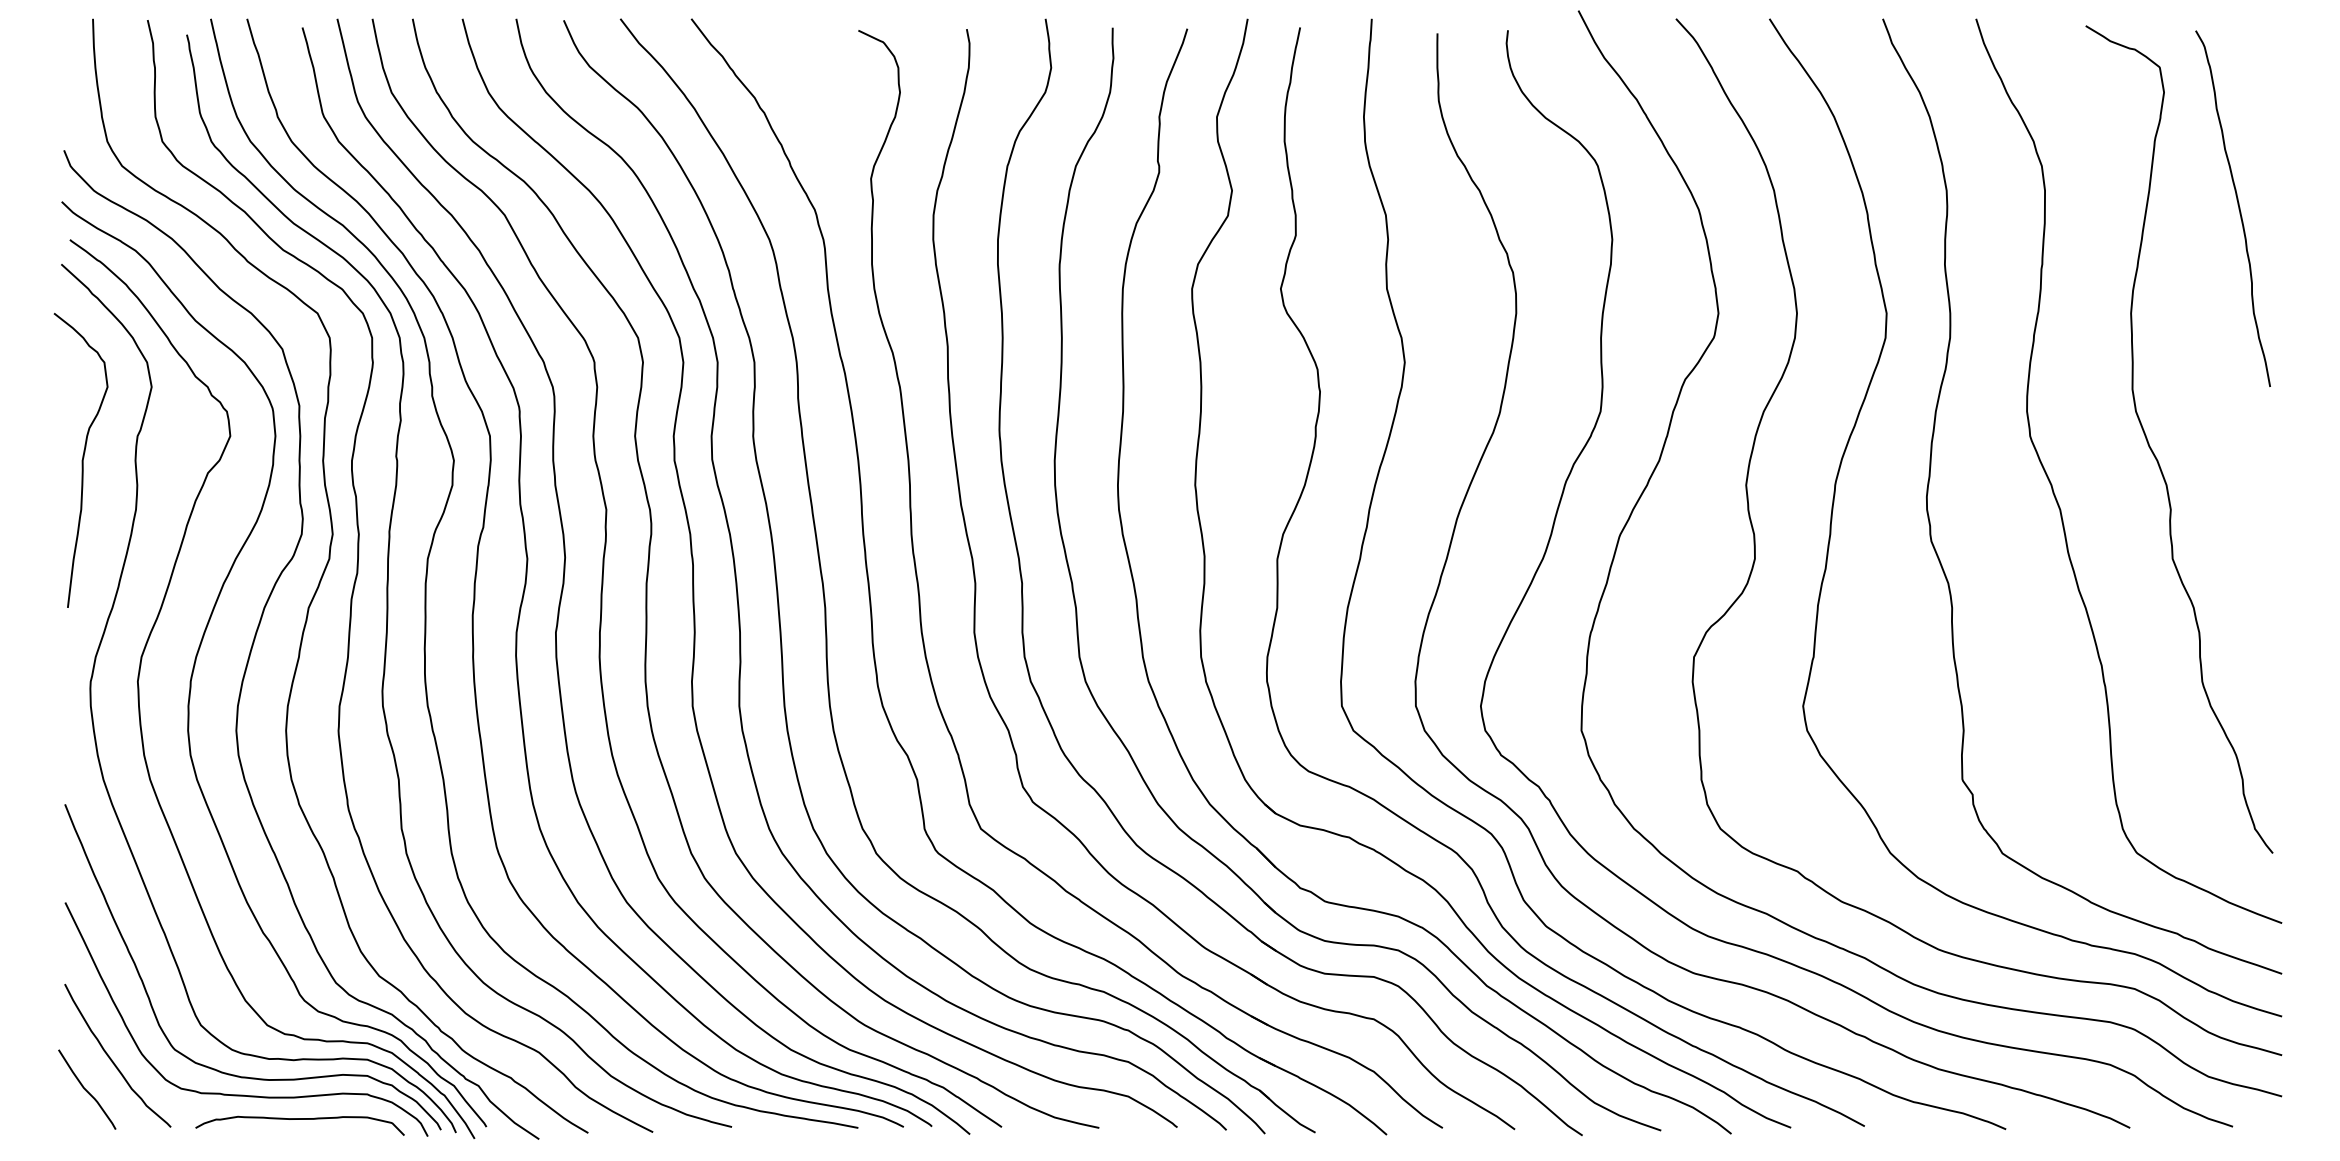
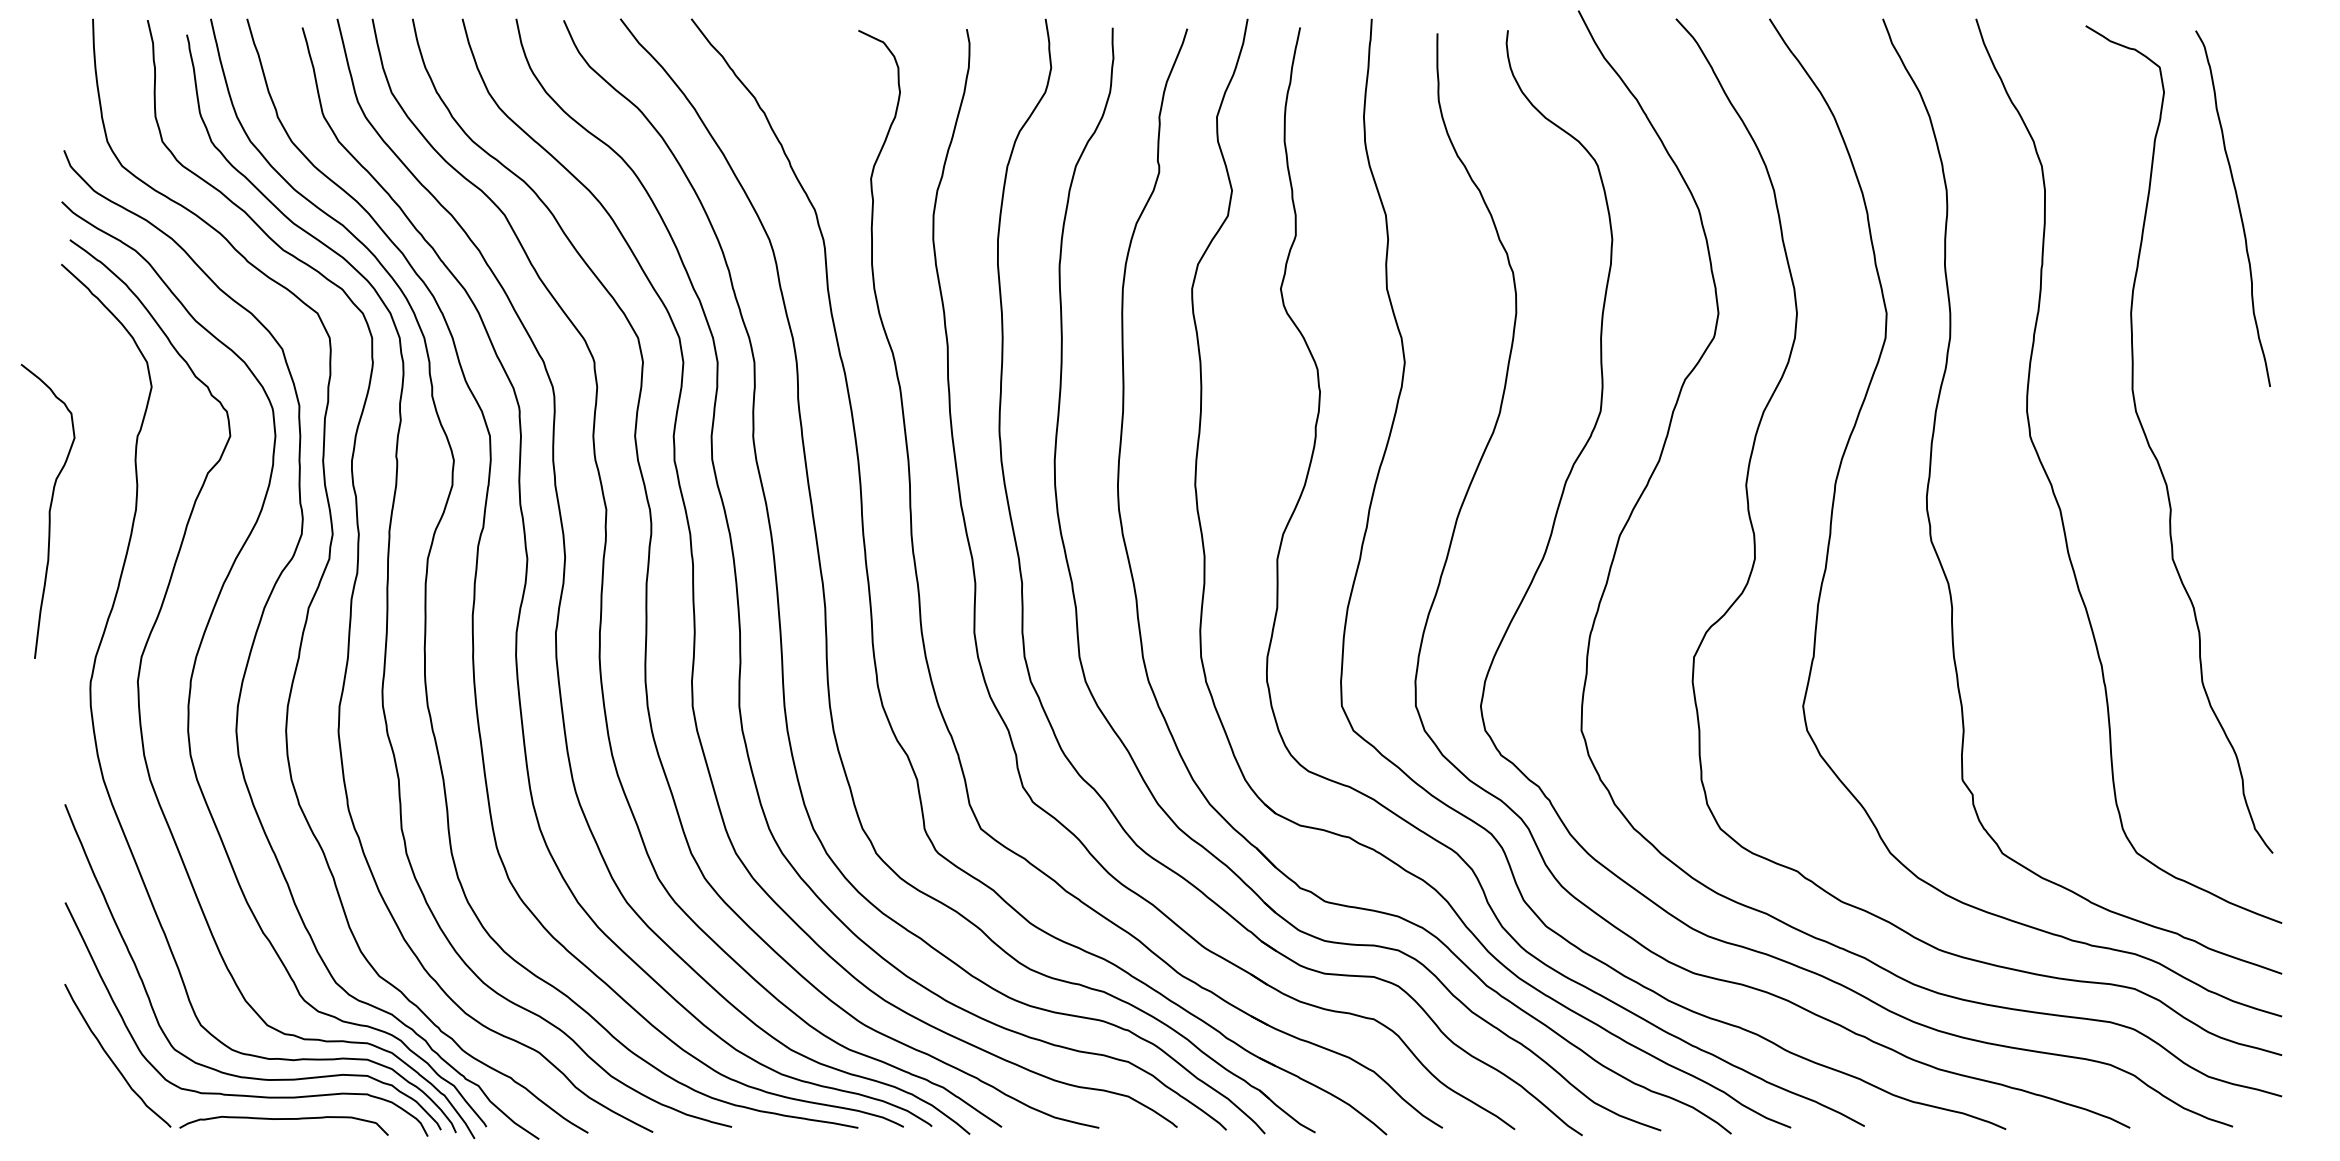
curve at (81, 460) position: (81, 460) -> (48, 511)
curve at (86, 1089): present -> none
curve at (299, 1119) position: (299, 1119) -> (283, 1119)
